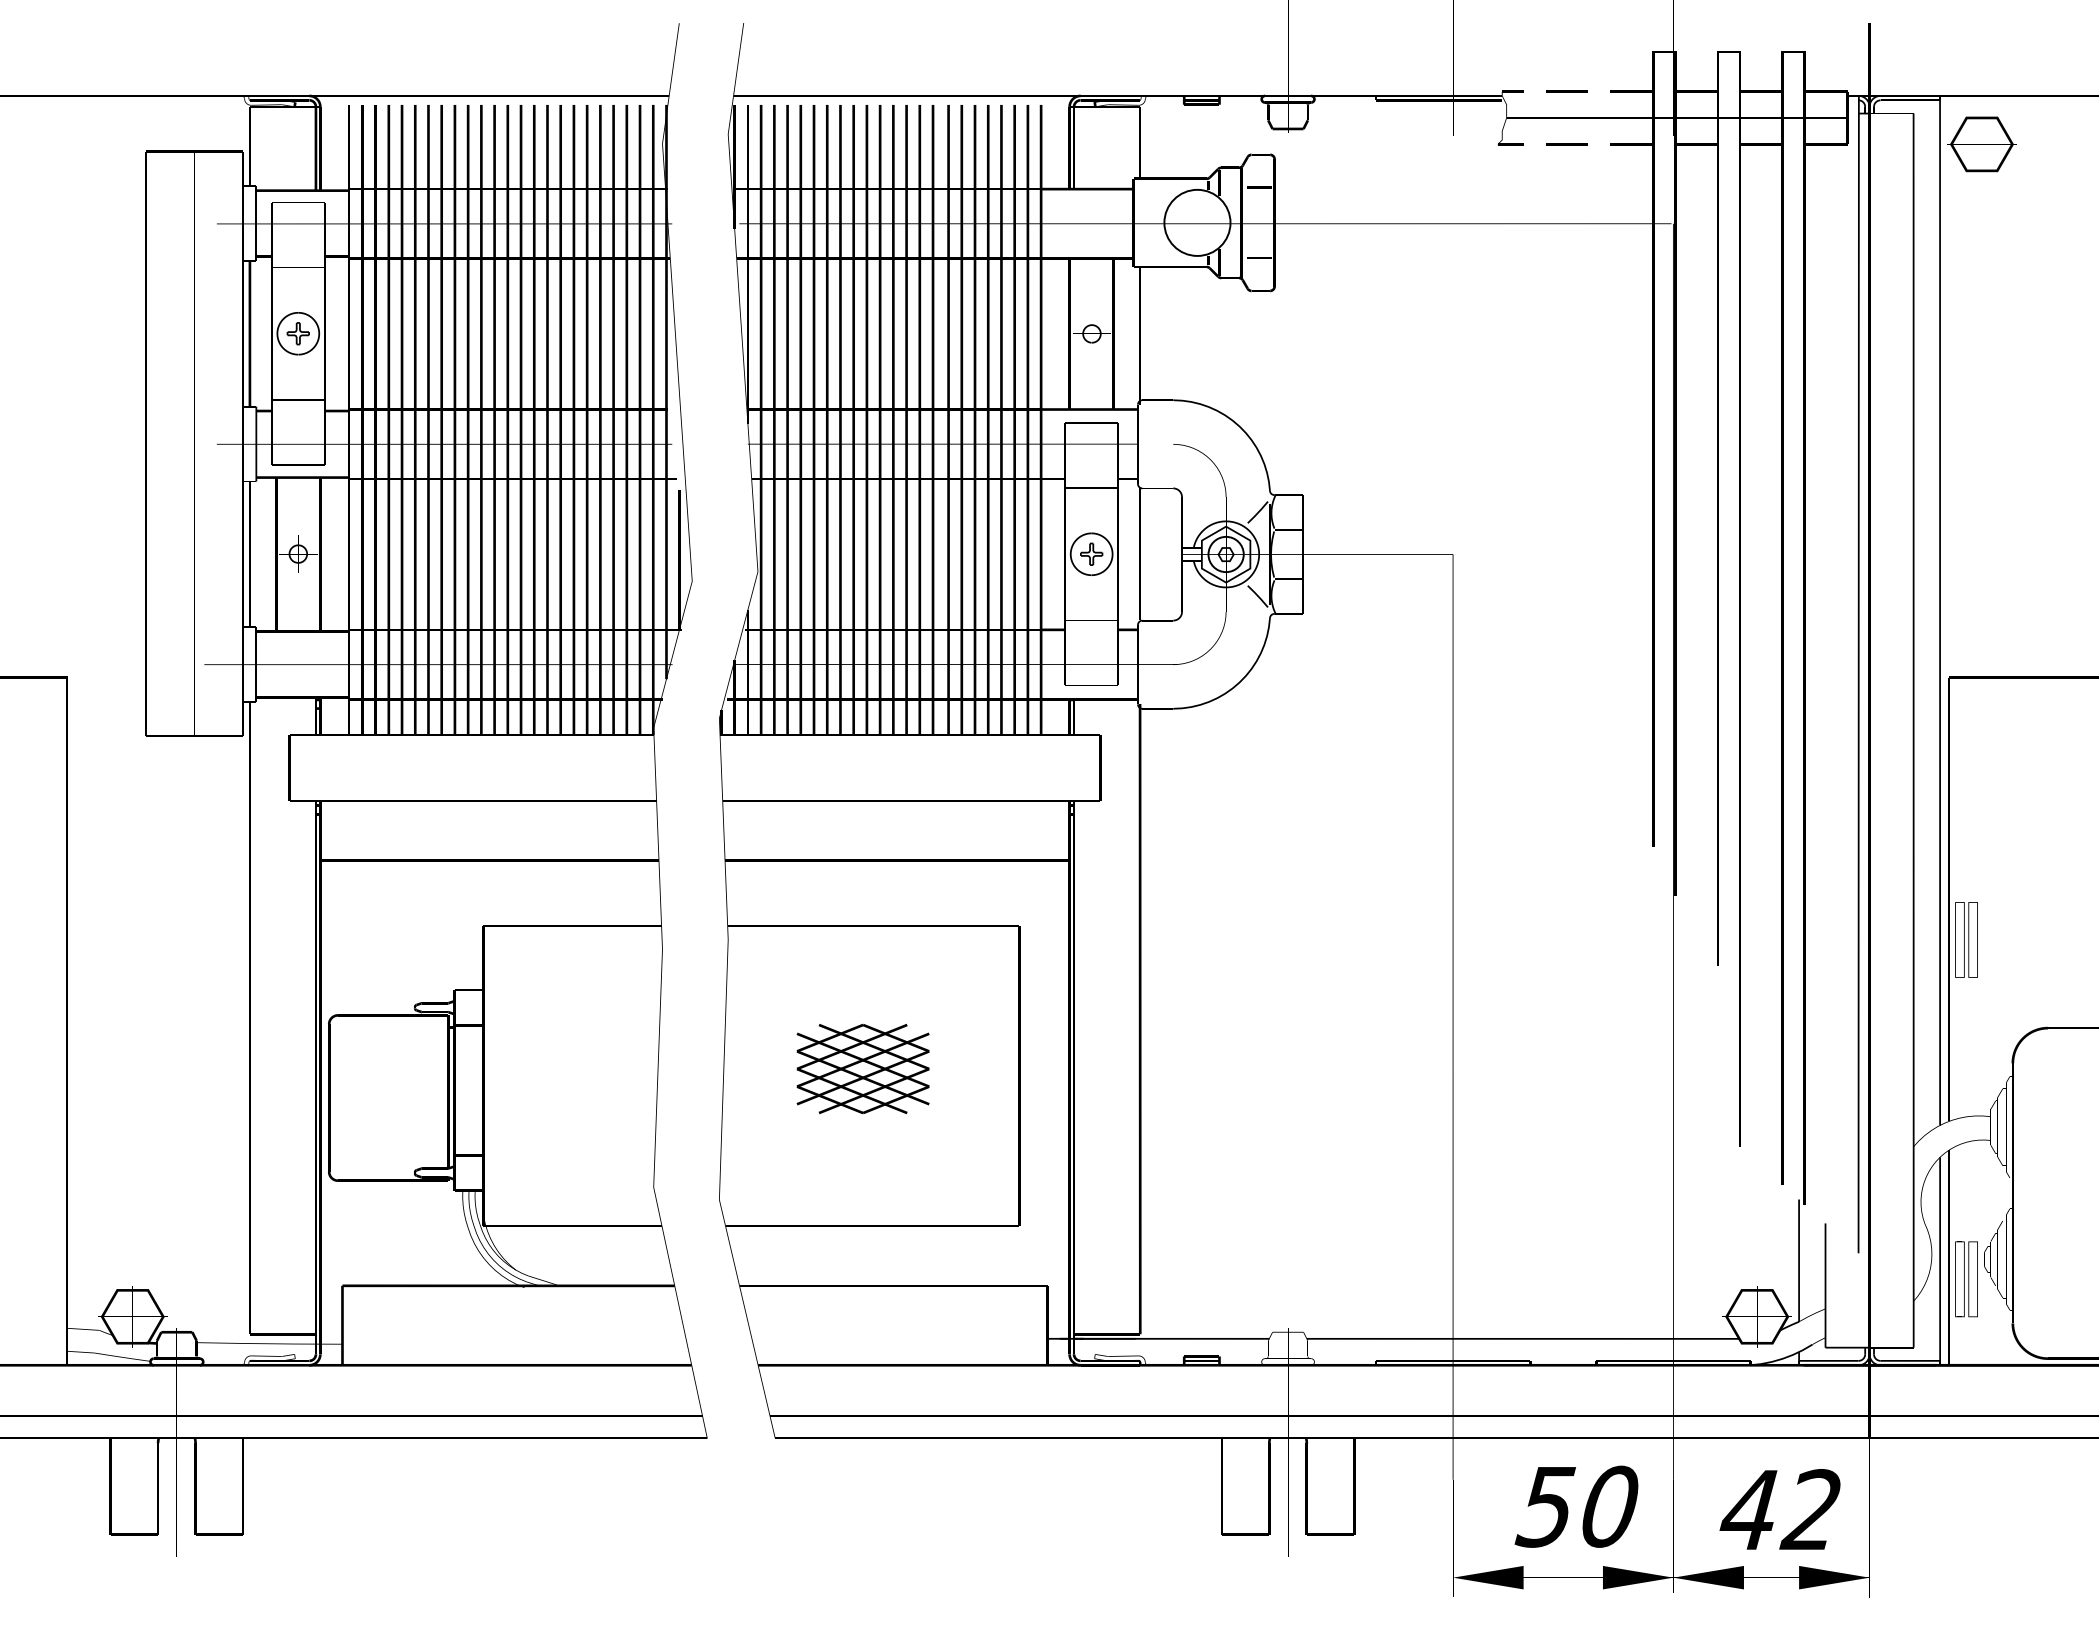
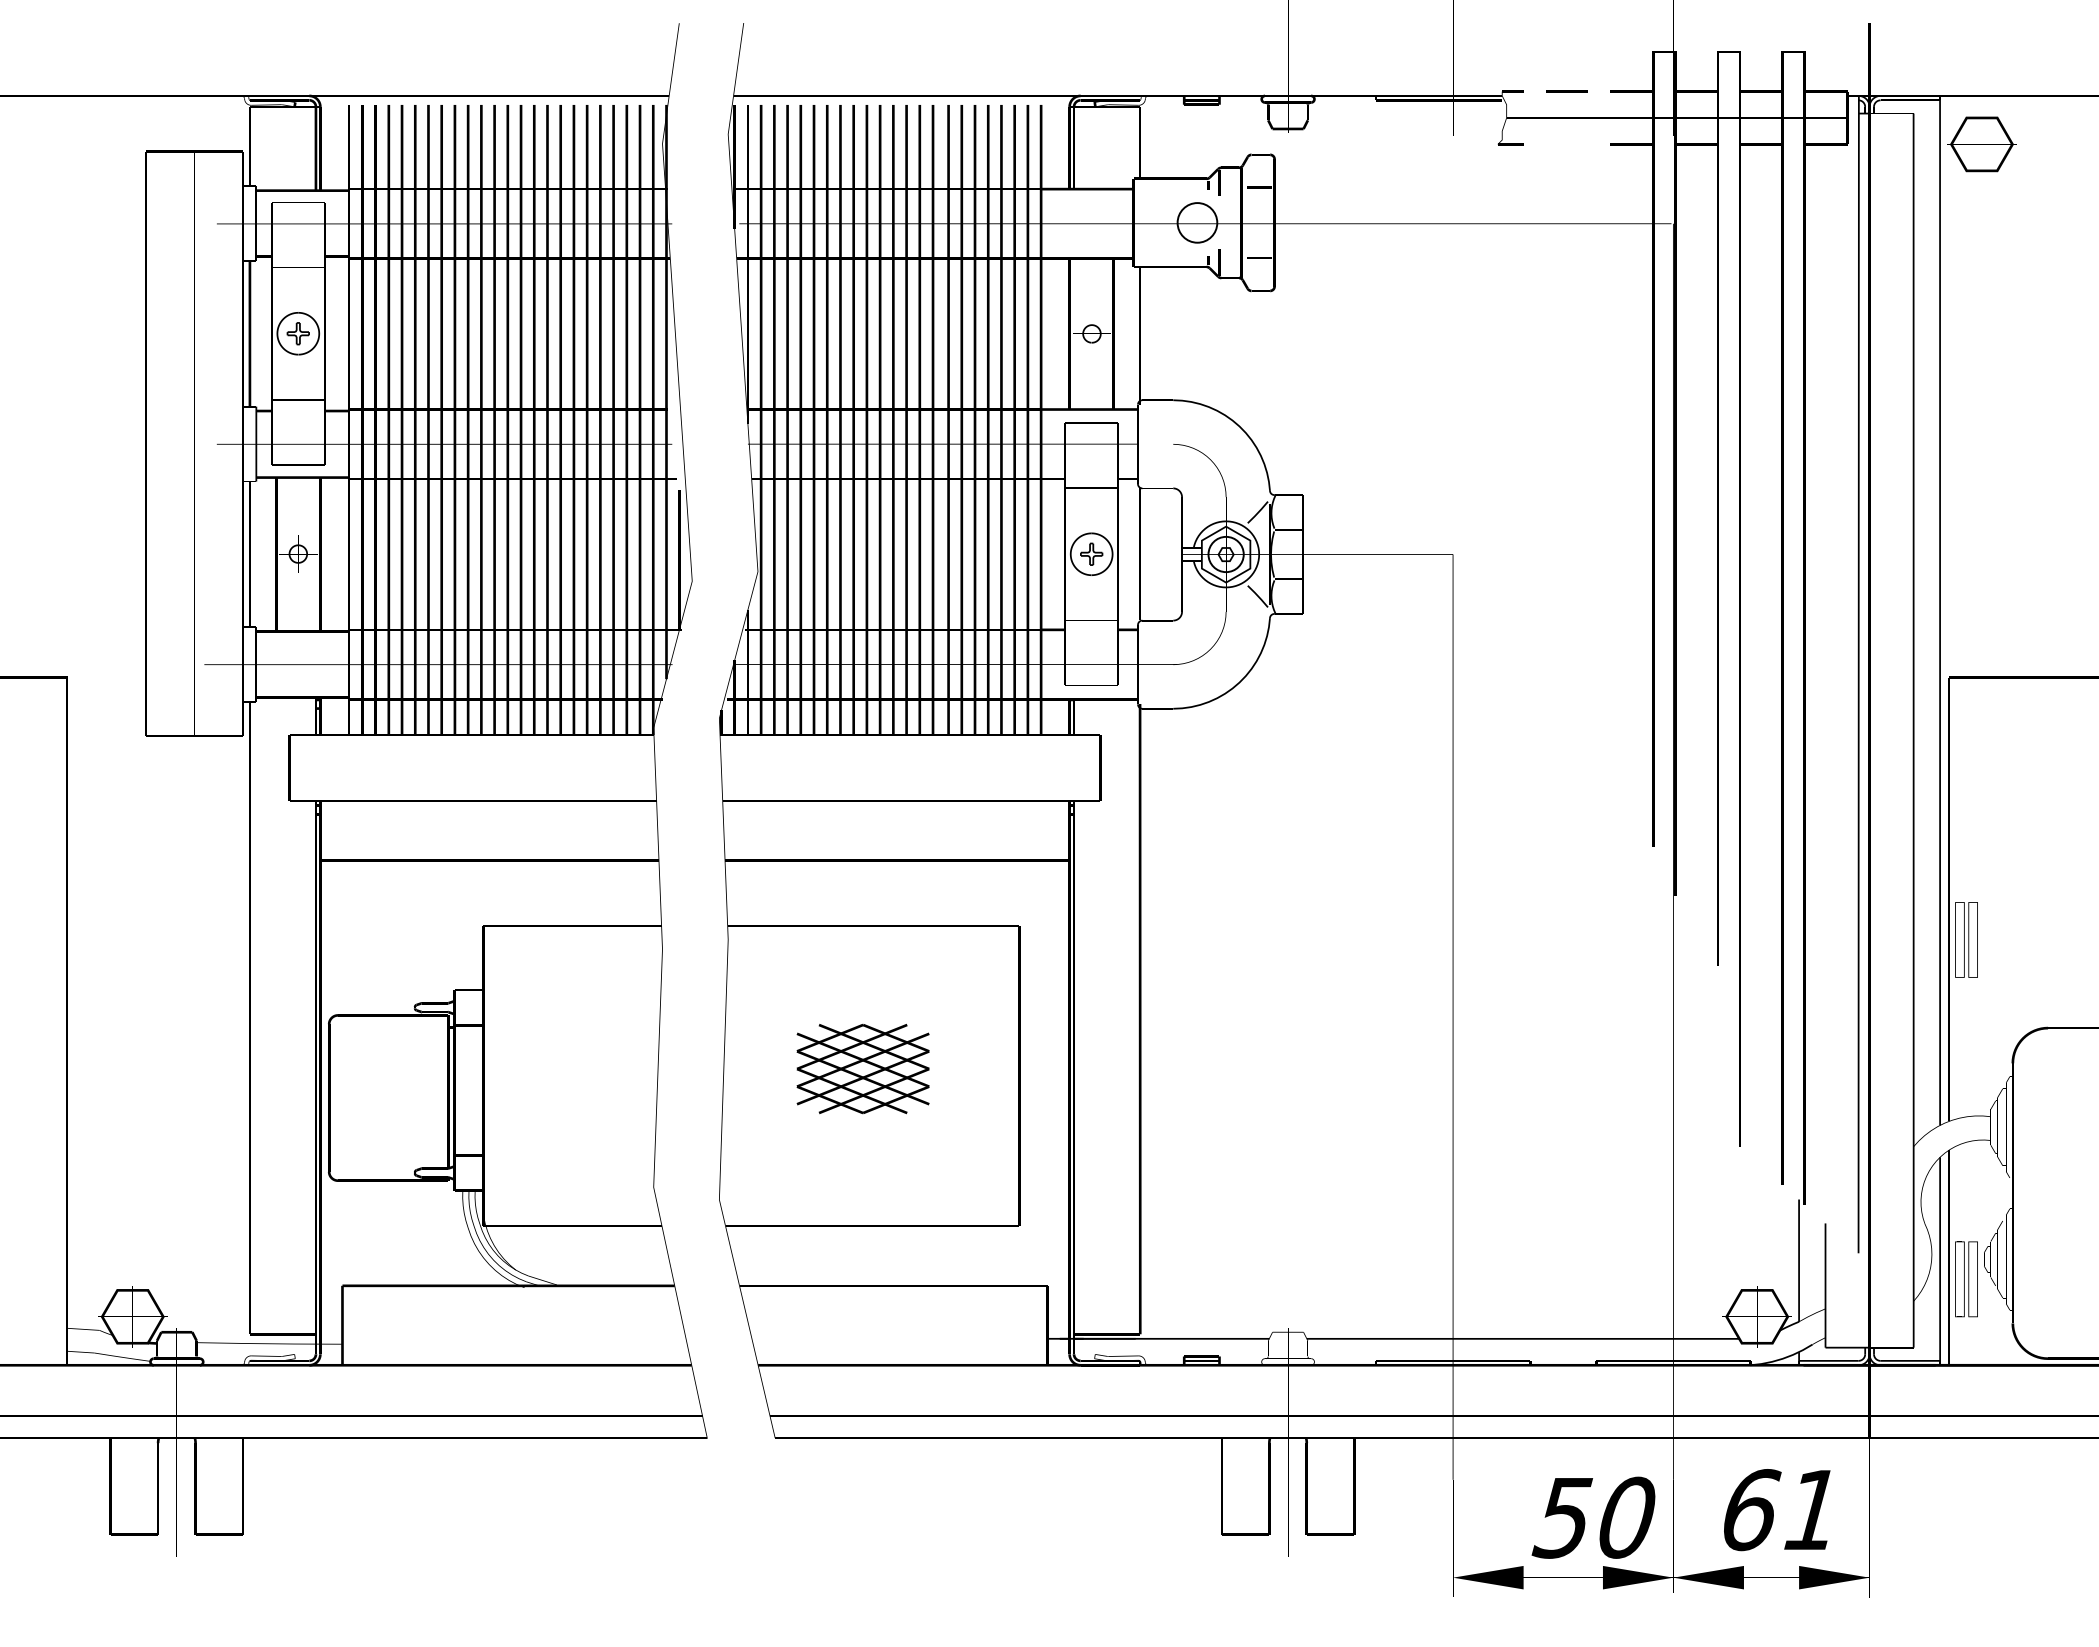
line at (1566, 144): present -> none
circle at (1197, 222) diameter: 66 px -> 40 px
text at (1576, 1506) position: (1576, 1506) -> (1593, 1517)
text at (1779, 1510): 42 -> 61
